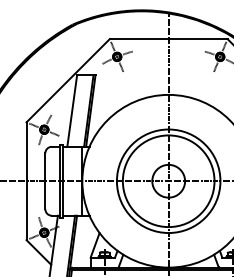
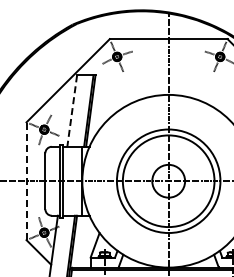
line at (72, 111): solid -> dashed
line at (26, 181): solid -> dashed
